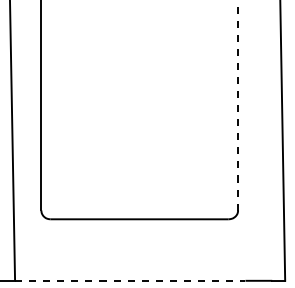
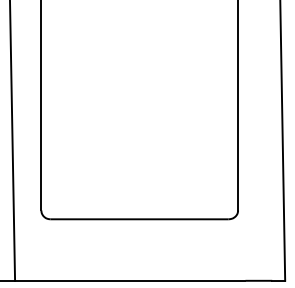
line at (238, 104): dashed -> solid
line at (130, 280): dashed -> solid
